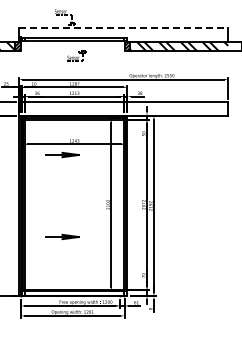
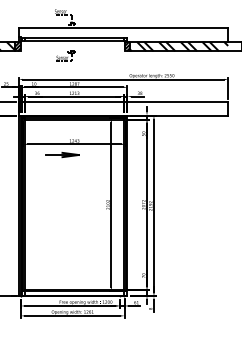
line at (123, 27): dashed -> solid
part at (76, 55) position: (76, 55) -> (65, 55)
part at (62, 237): present -> none
